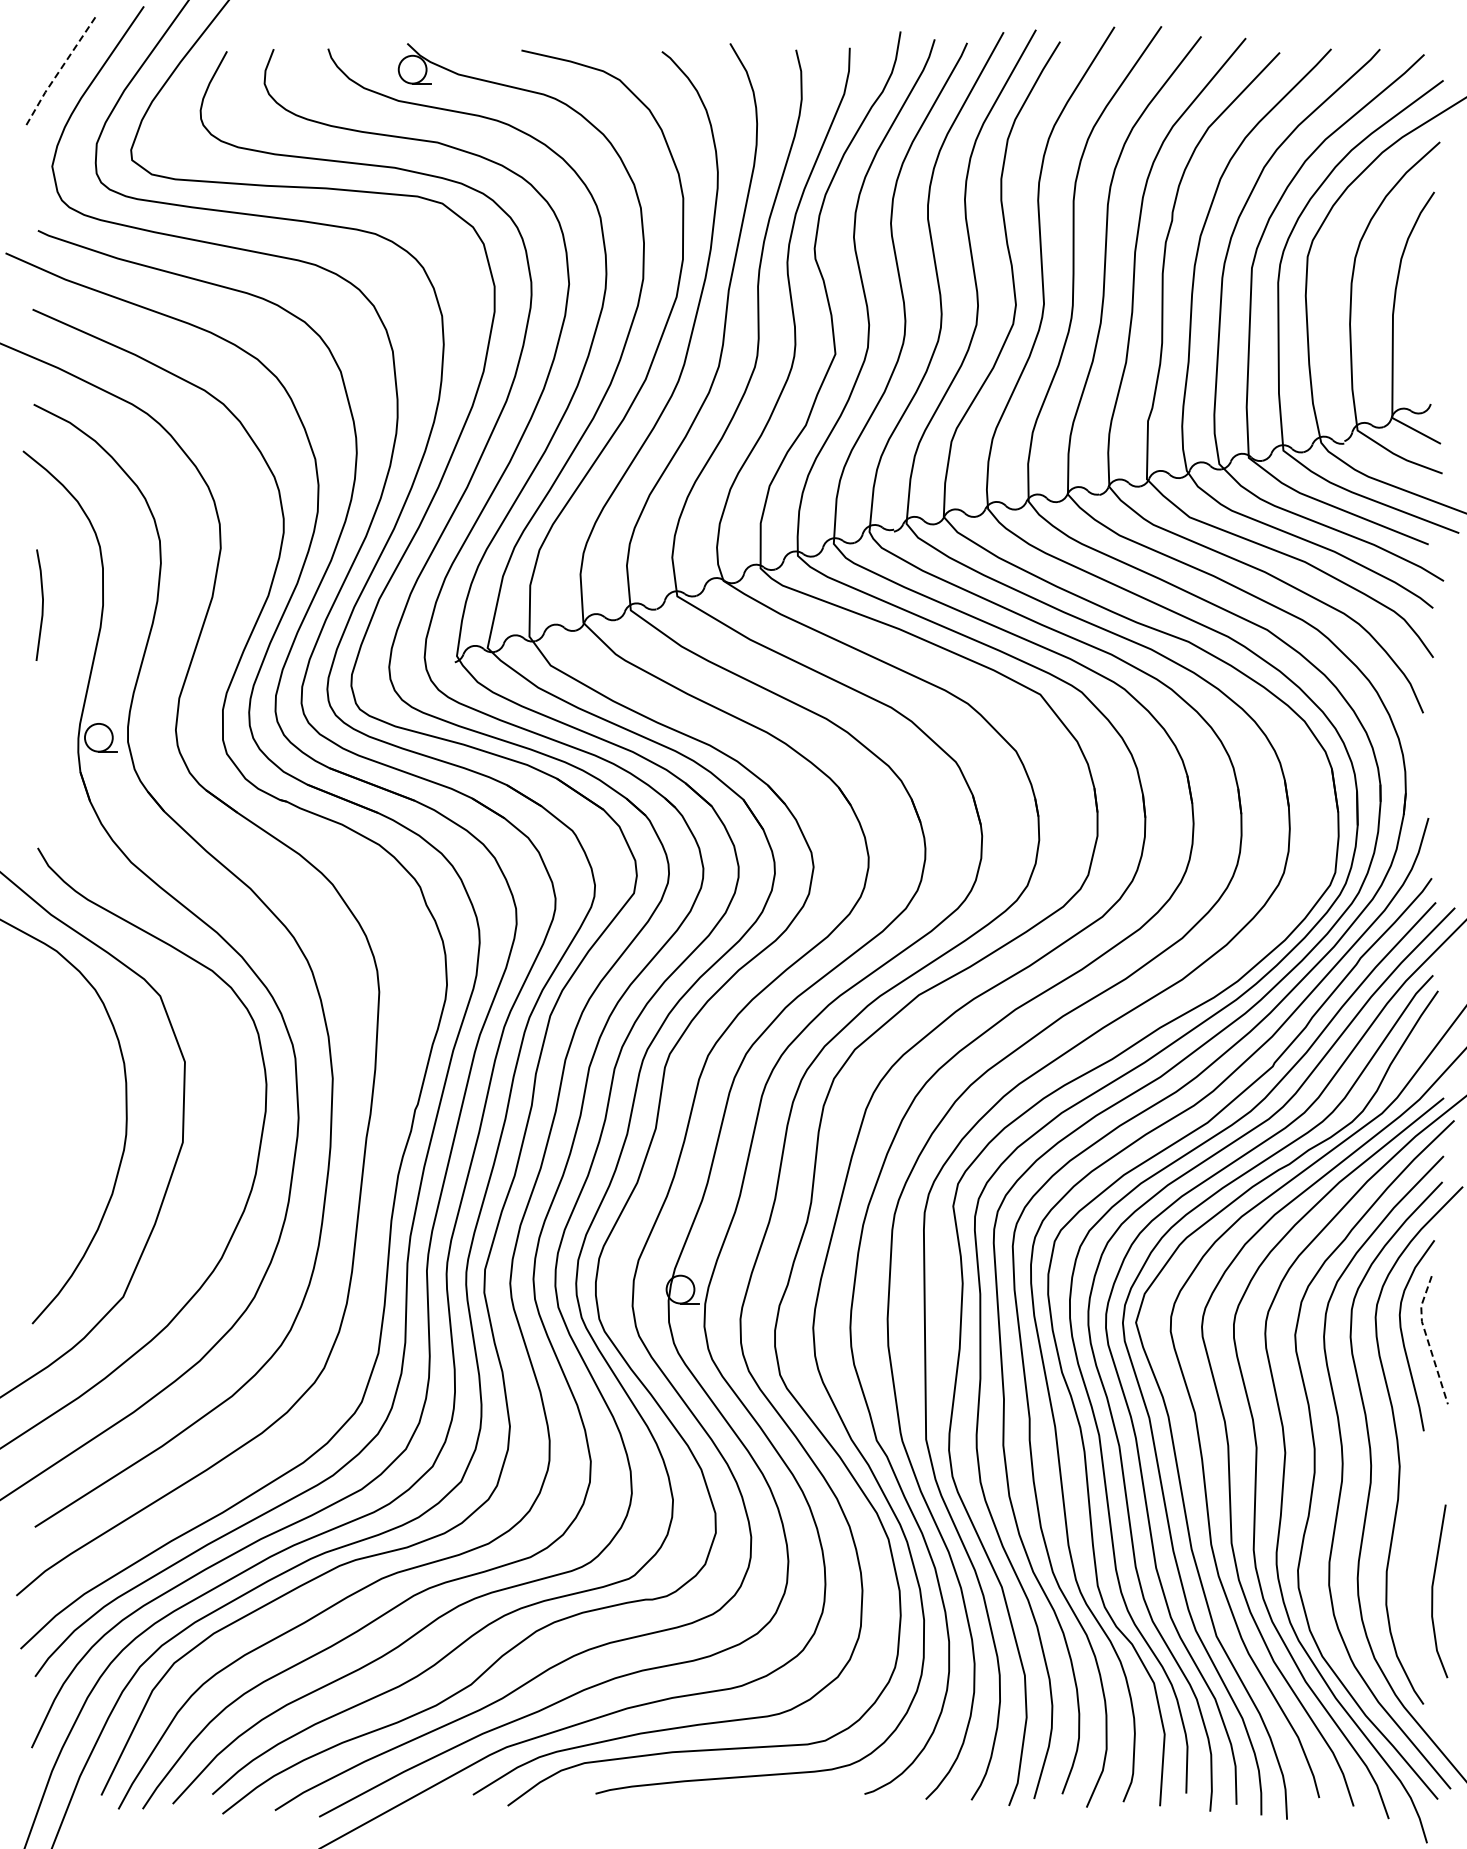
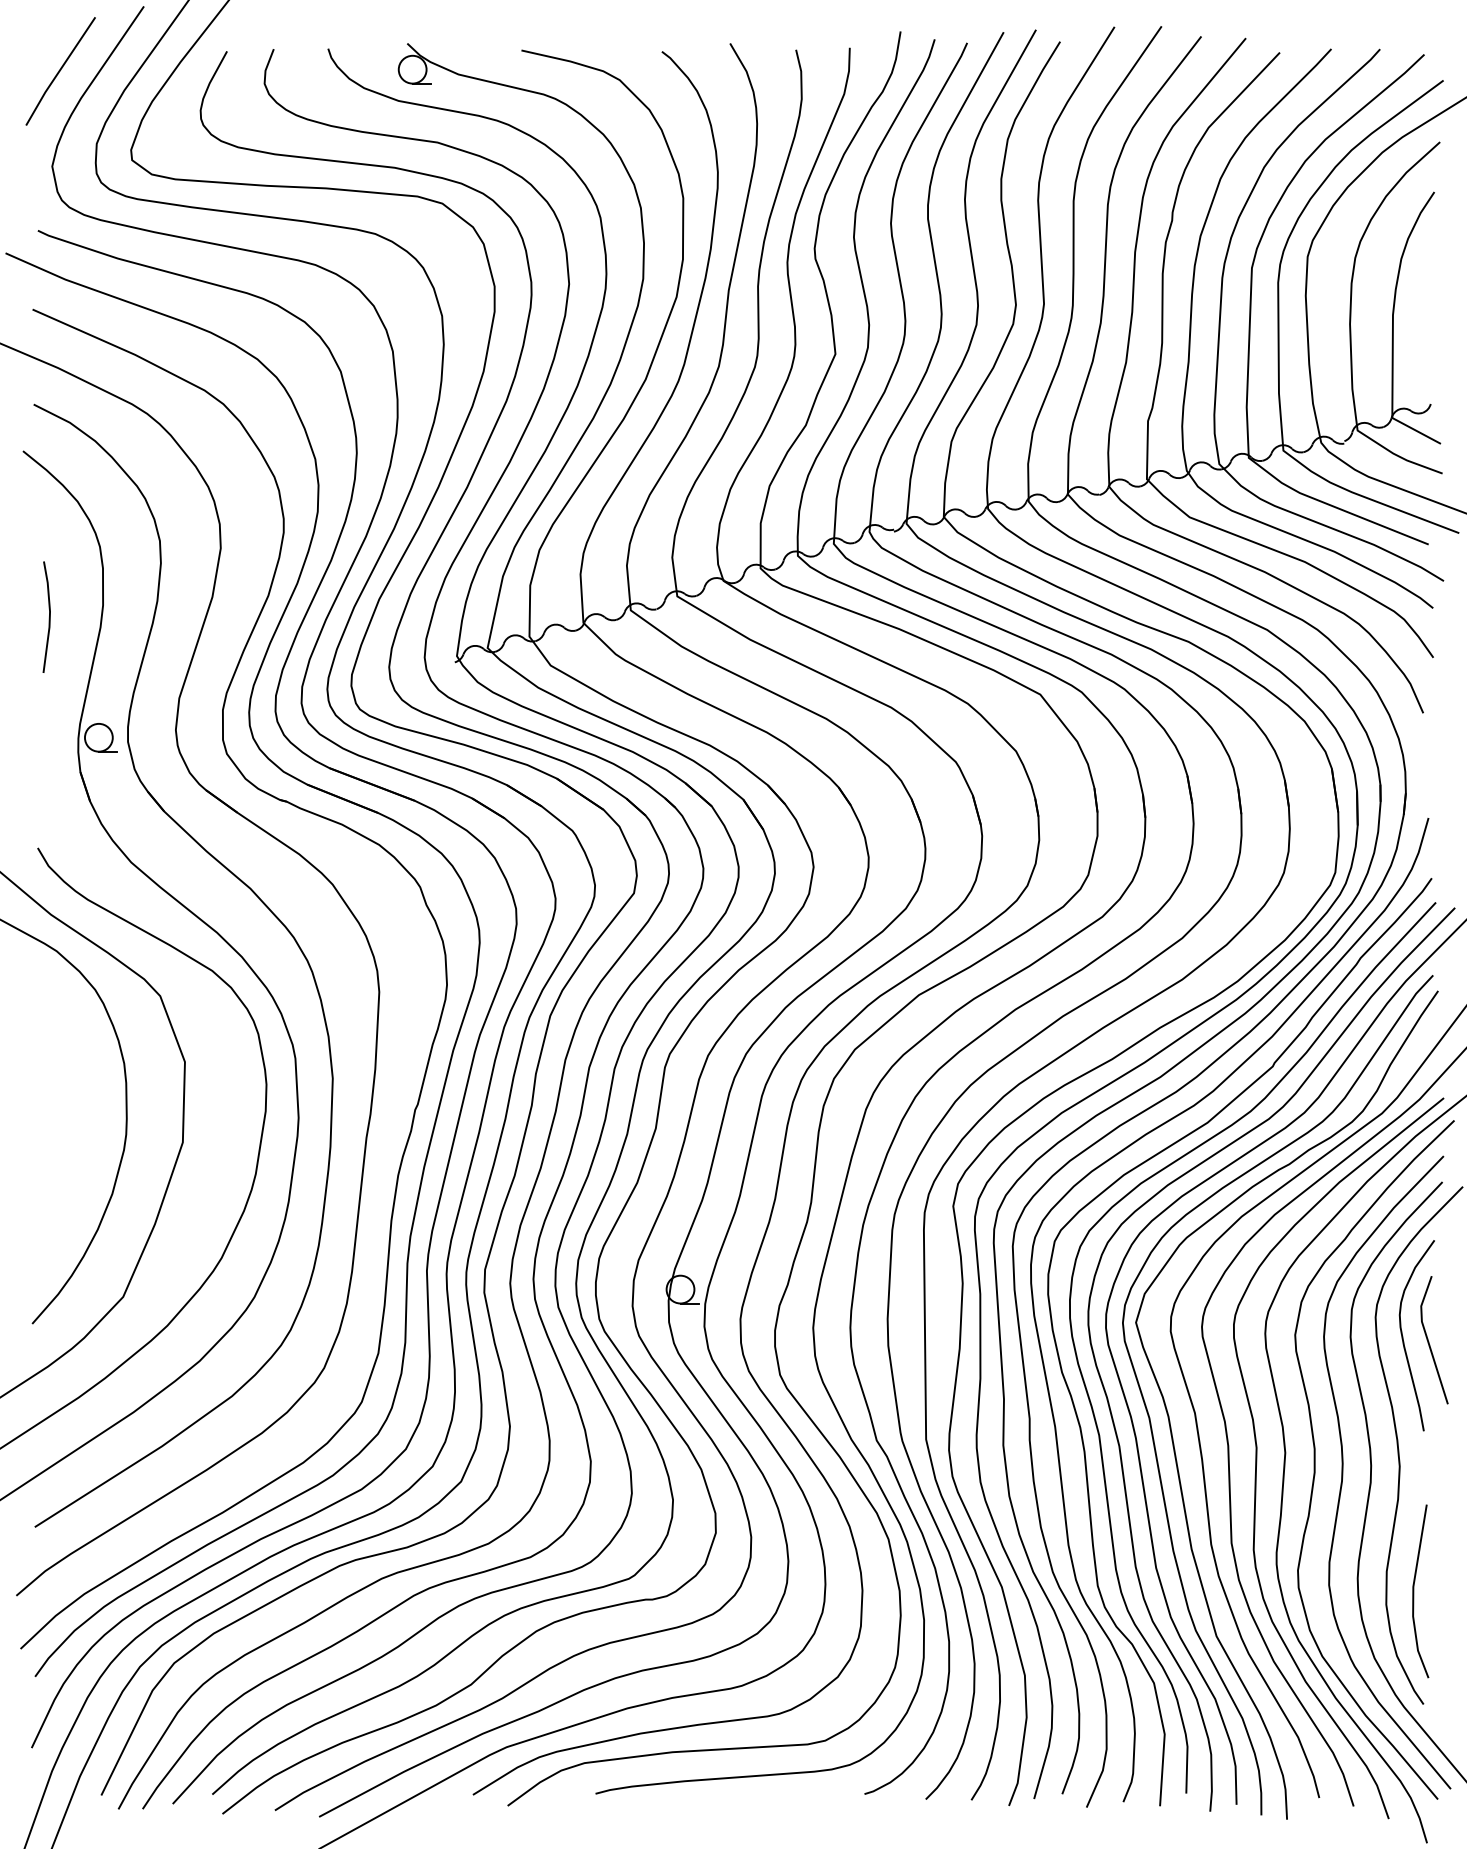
line at (59, 71): dashed -> solid
line at (41, 606) position: (41, 606) -> (48, 618)
line at (1427, 1339): dashed -> solid
line at (1433, 1591) position: (1433, 1591) -> (1414, 1591)
